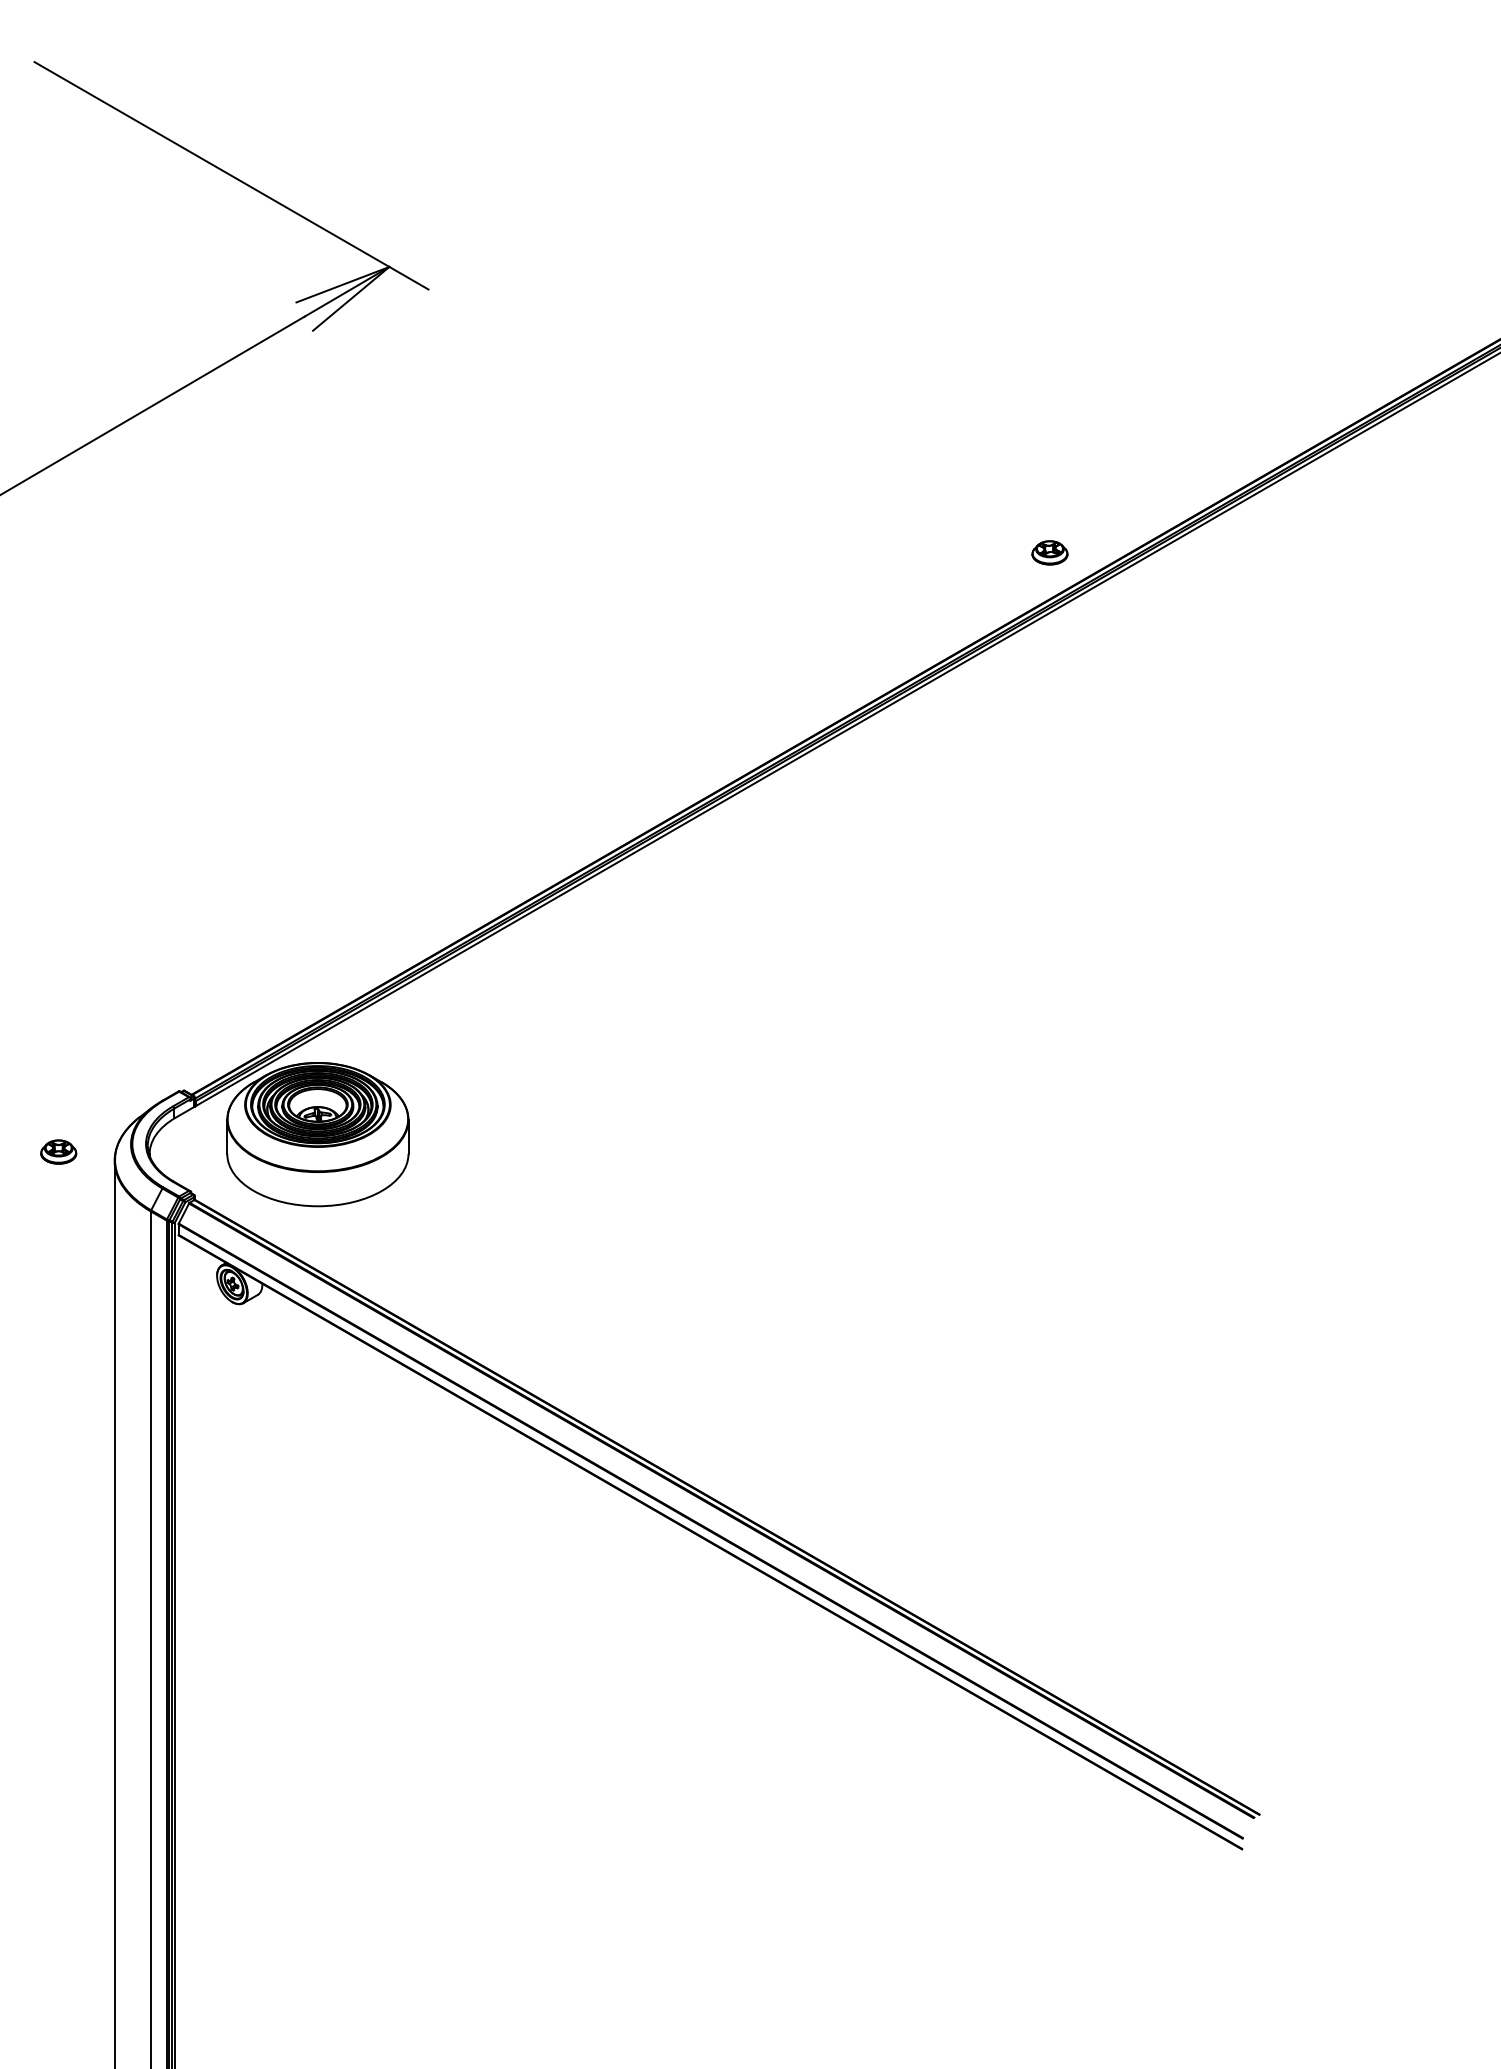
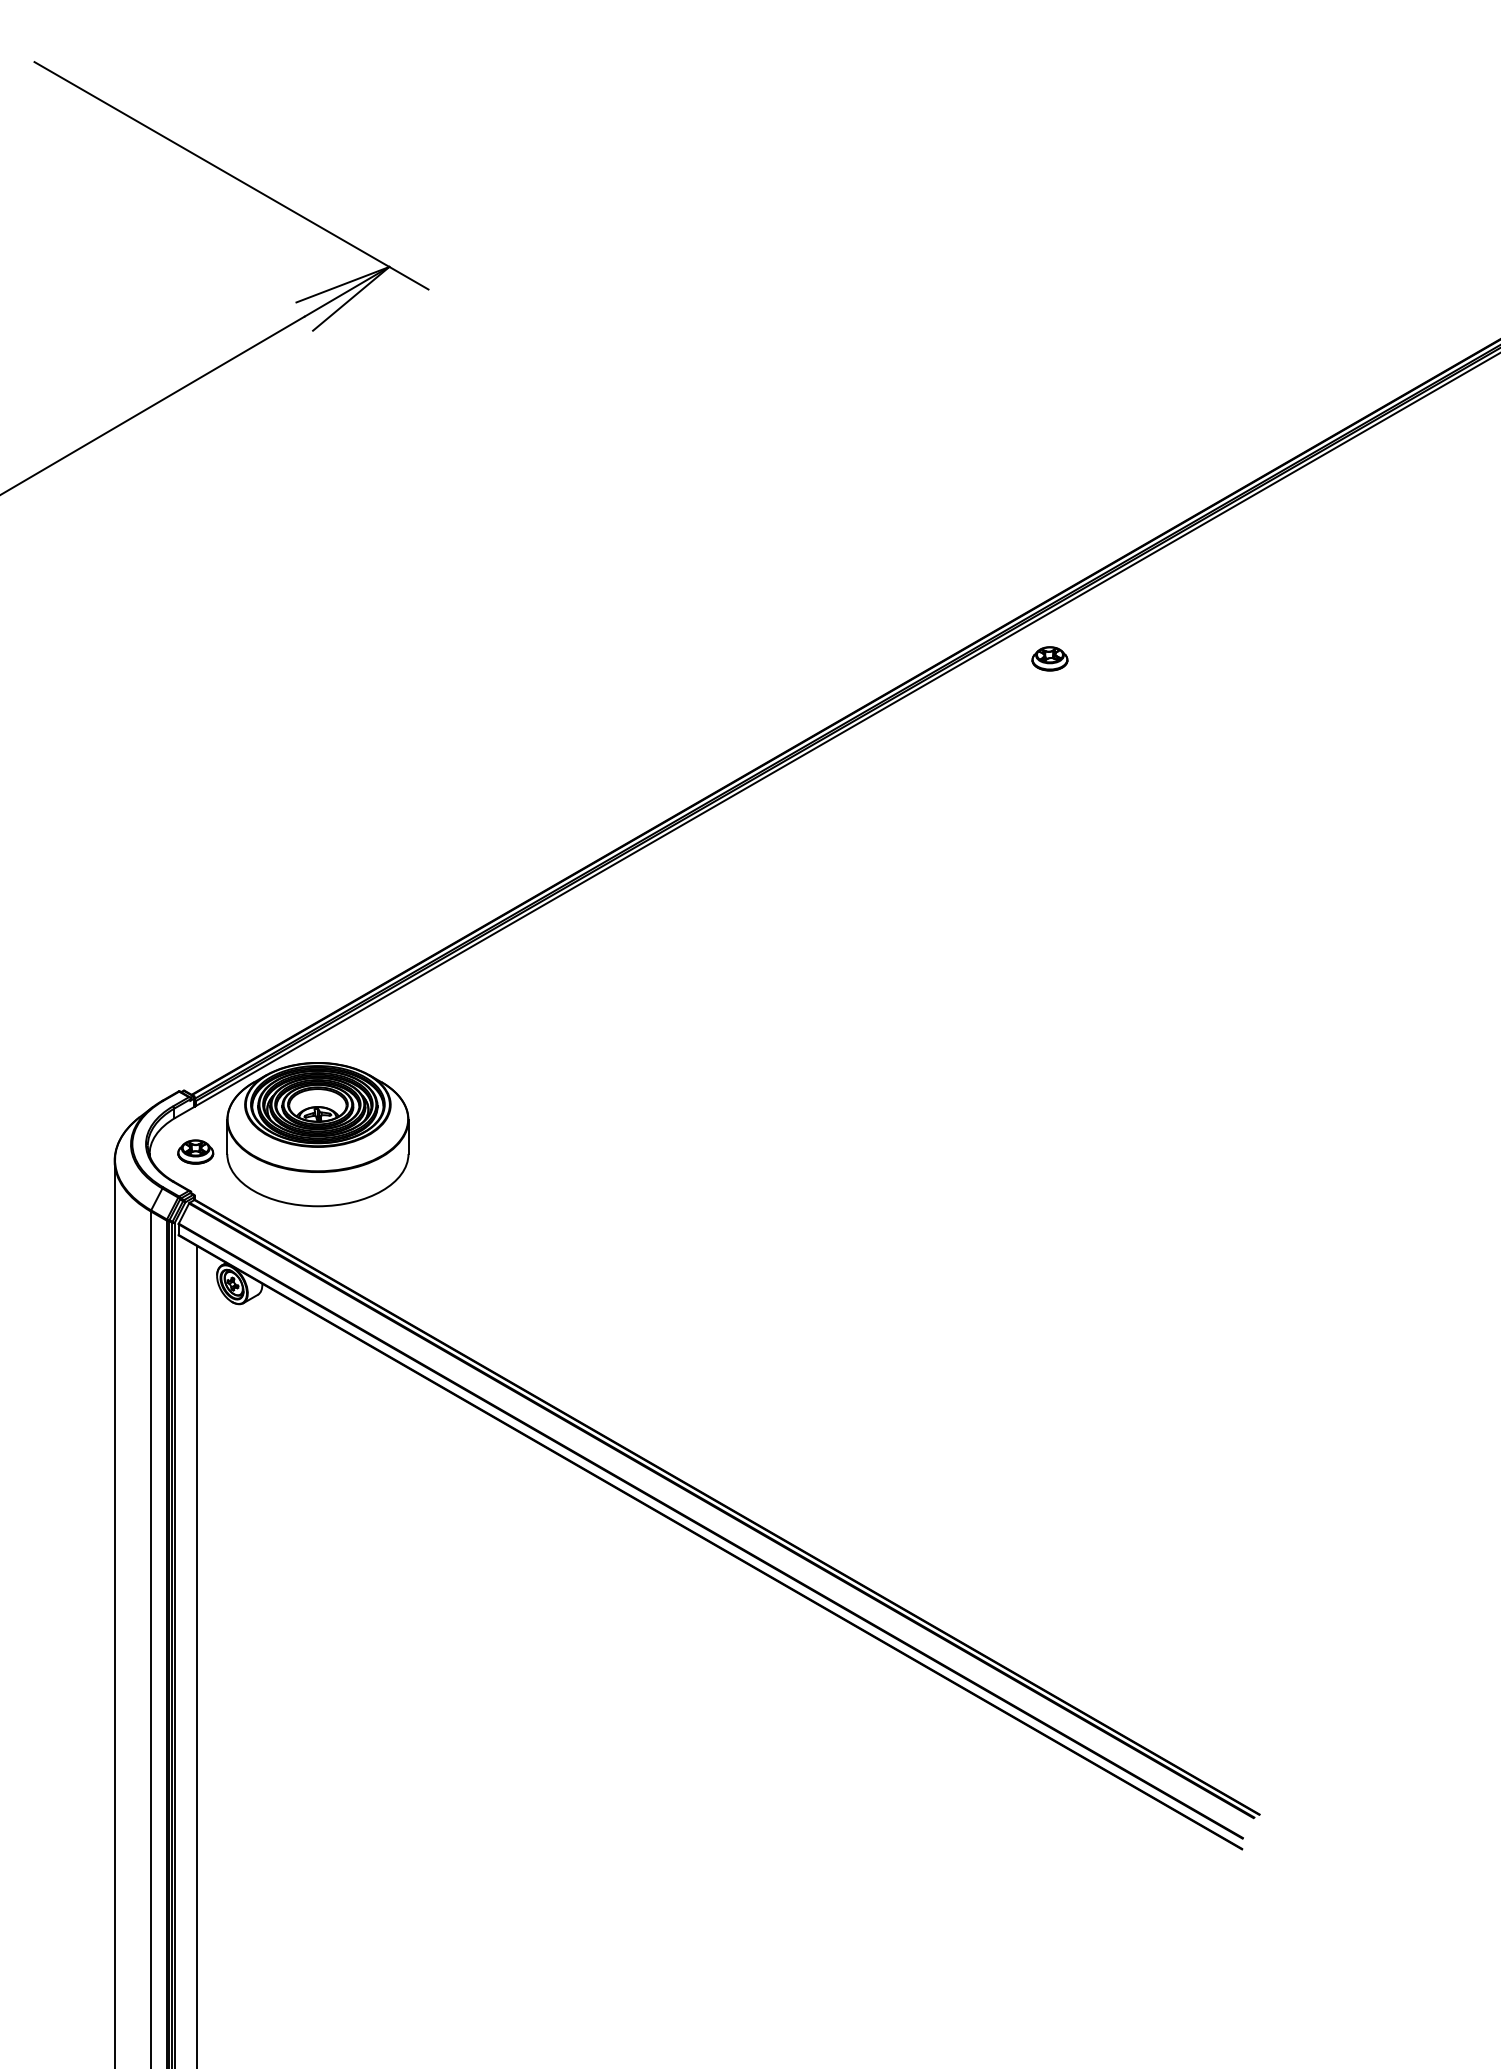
part at (1049, 552) position: (1049, 552) -> (1049, 658)
part at (58, 1151) position: (58, 1151) -> (195, 1151)
line at (196, 1655): none -> present
